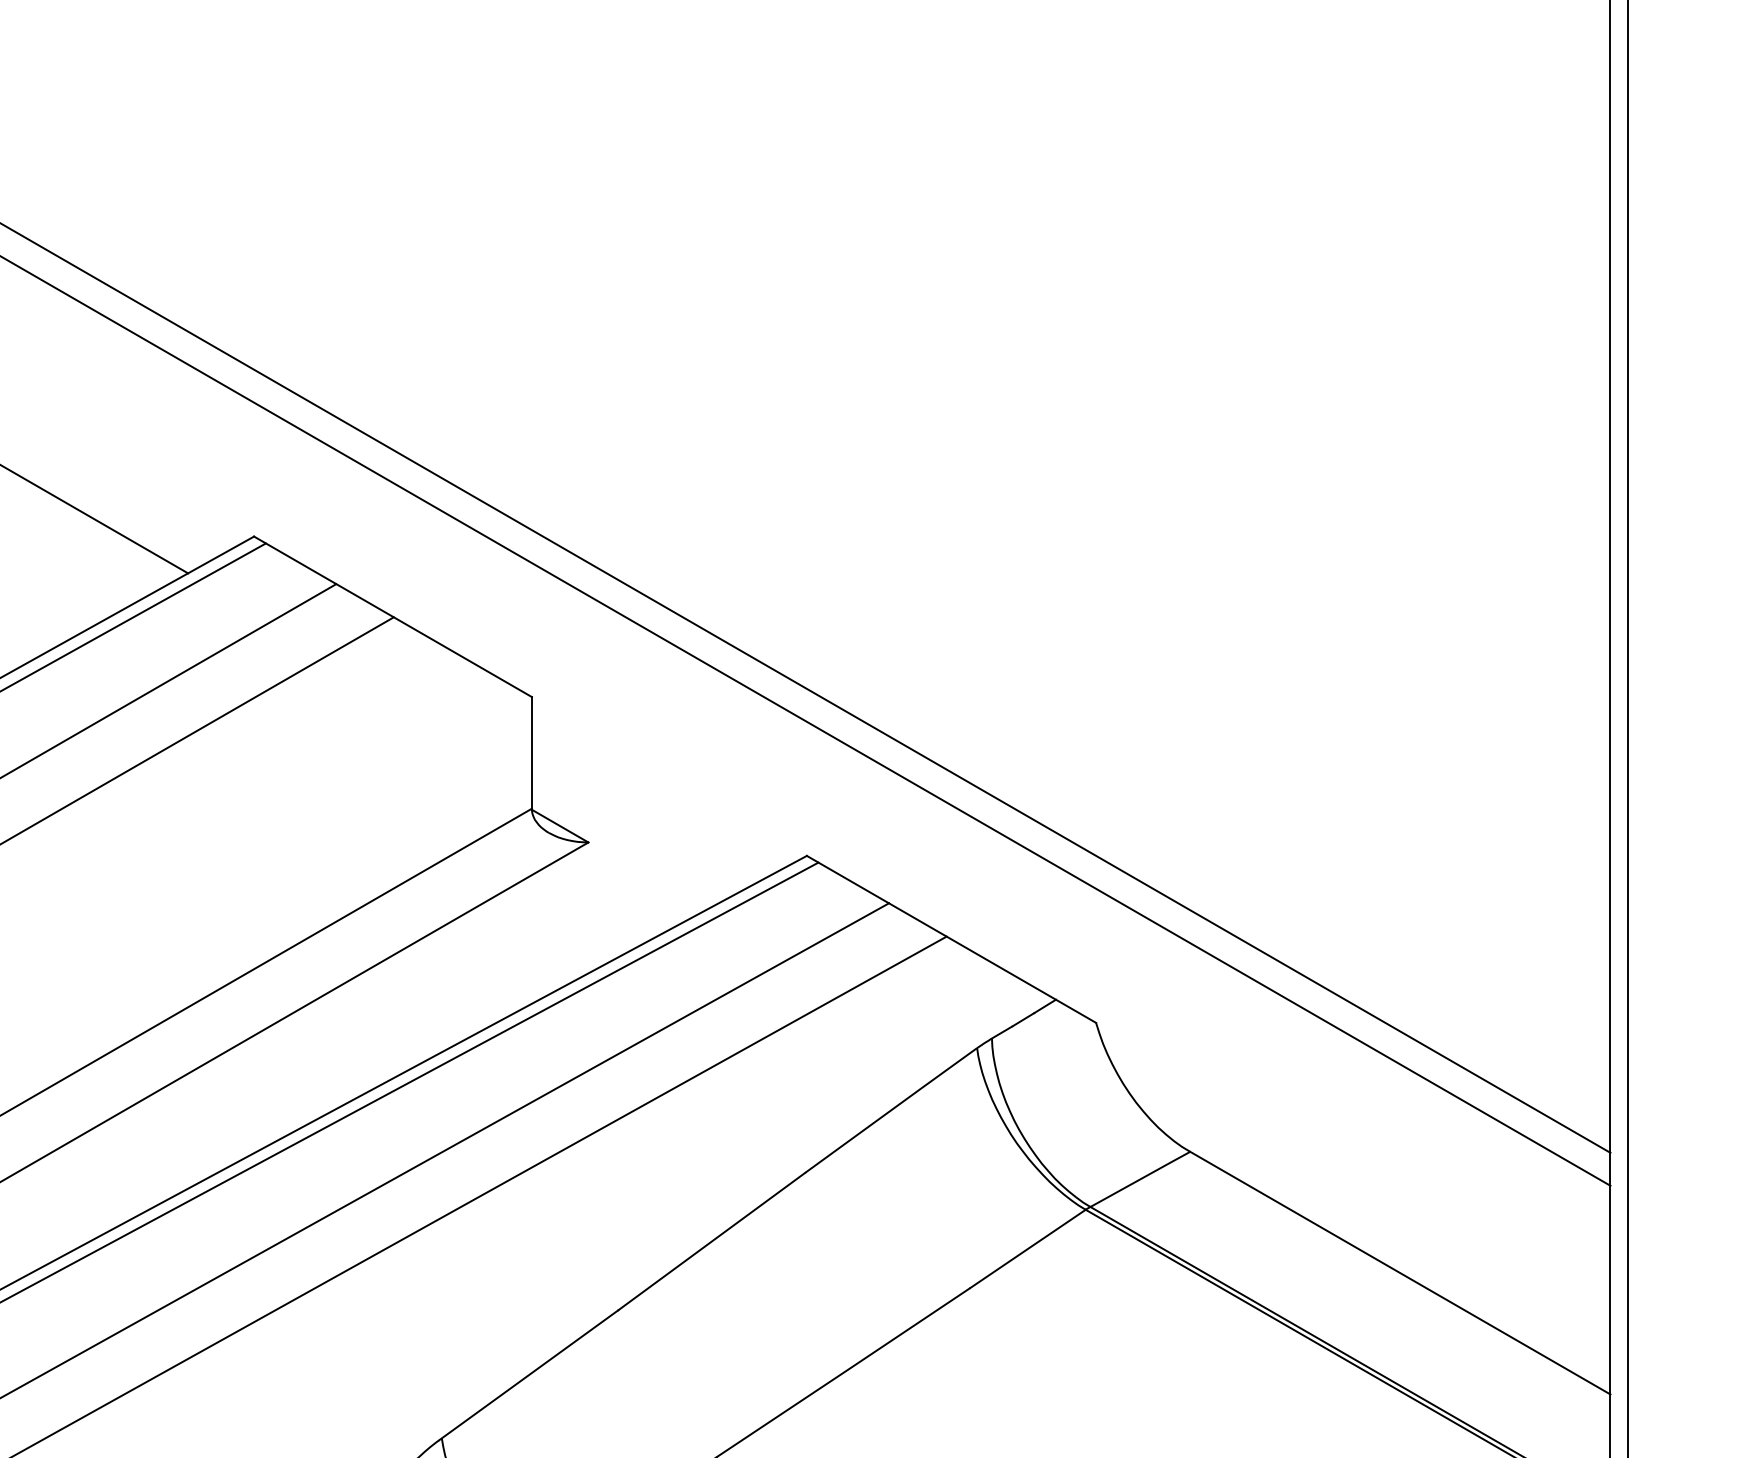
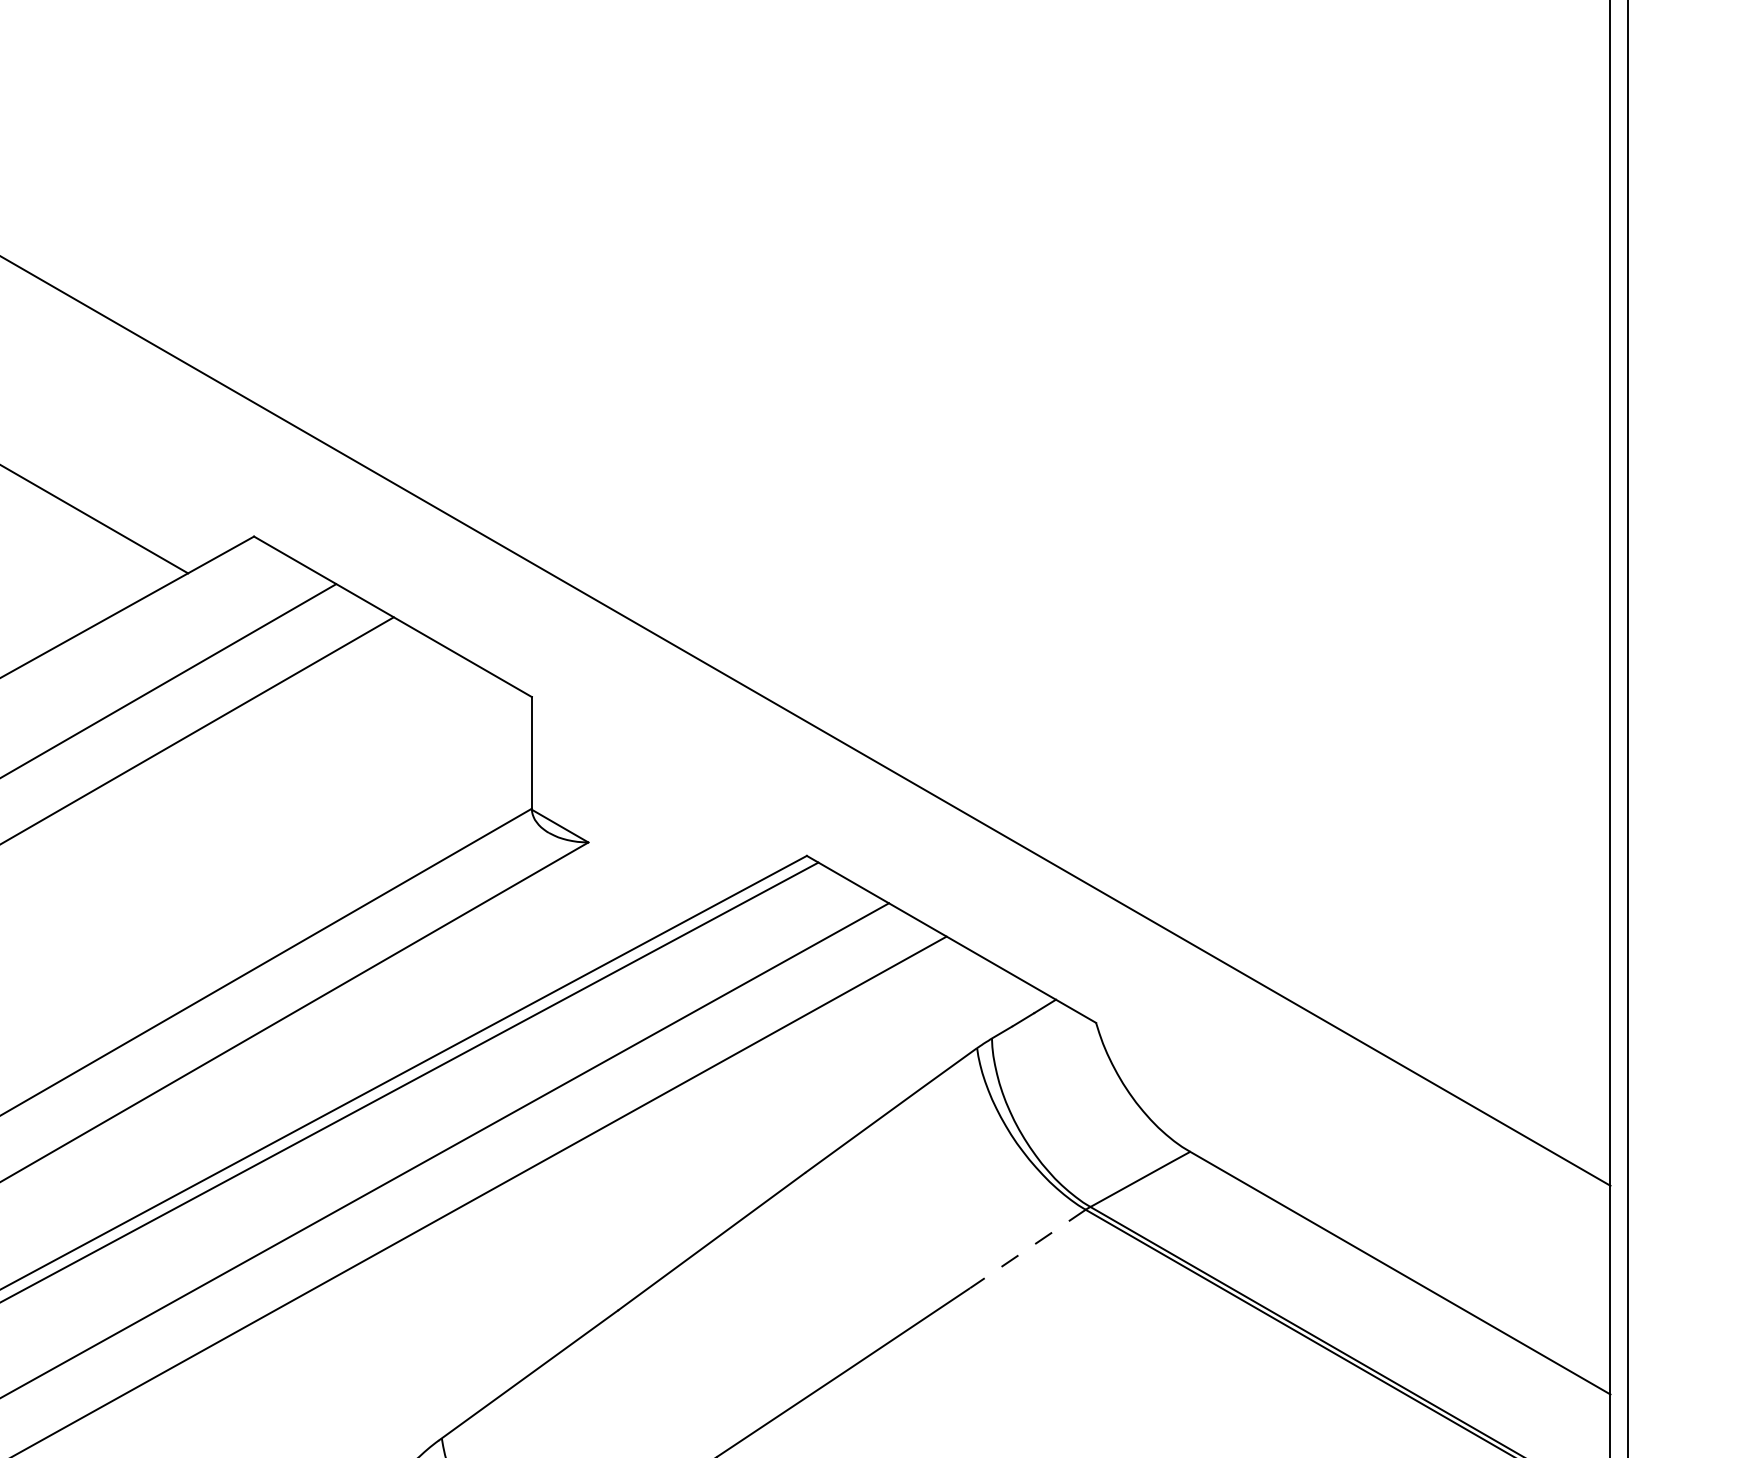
line at (133, 616): present -> none
line at (806, 688): present -> none
line at (1027, 1248): solid -> dashed
